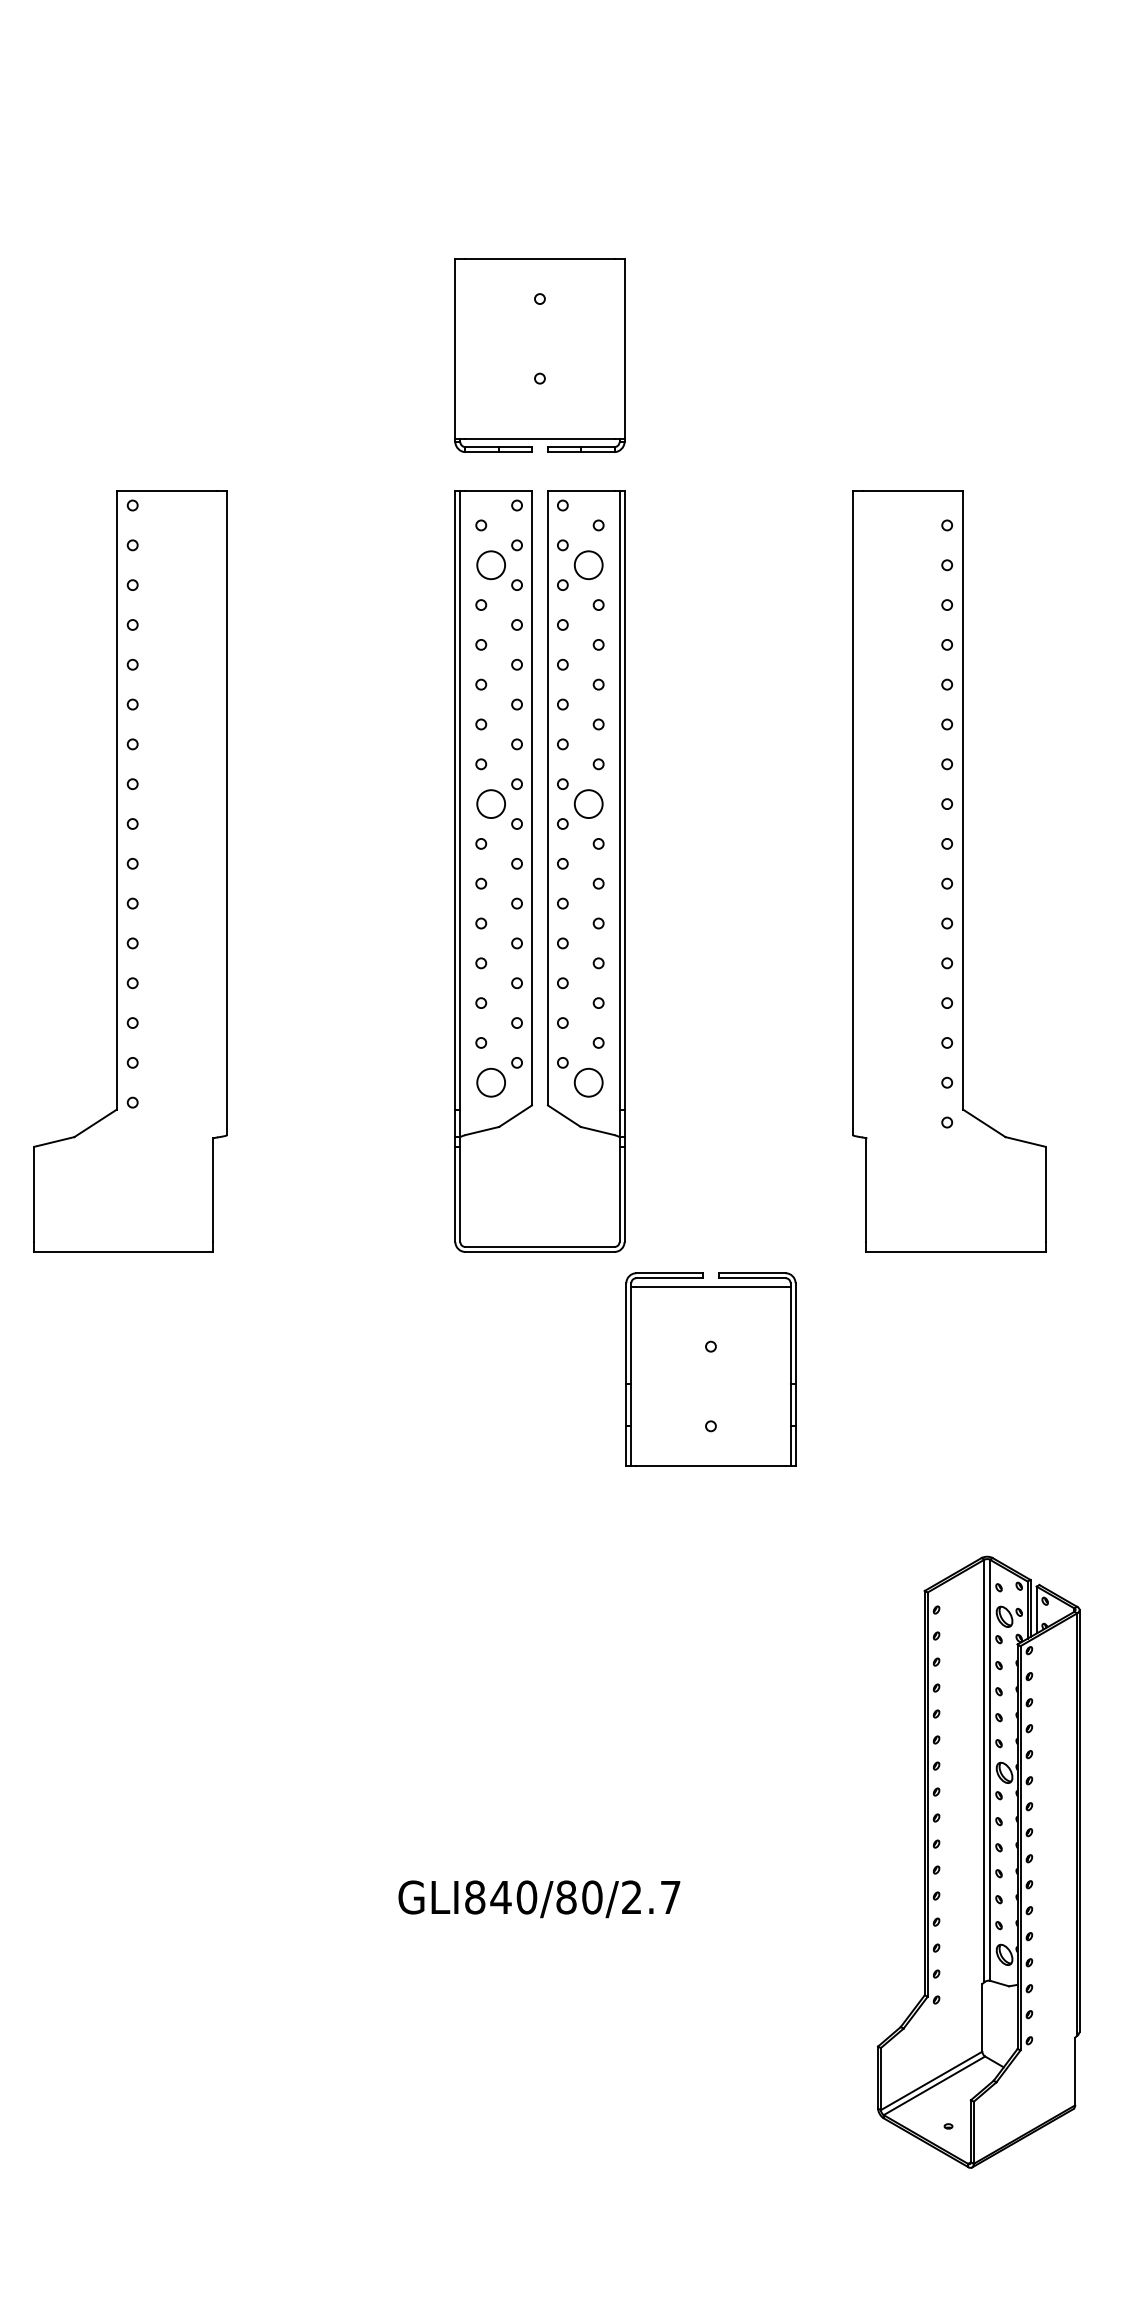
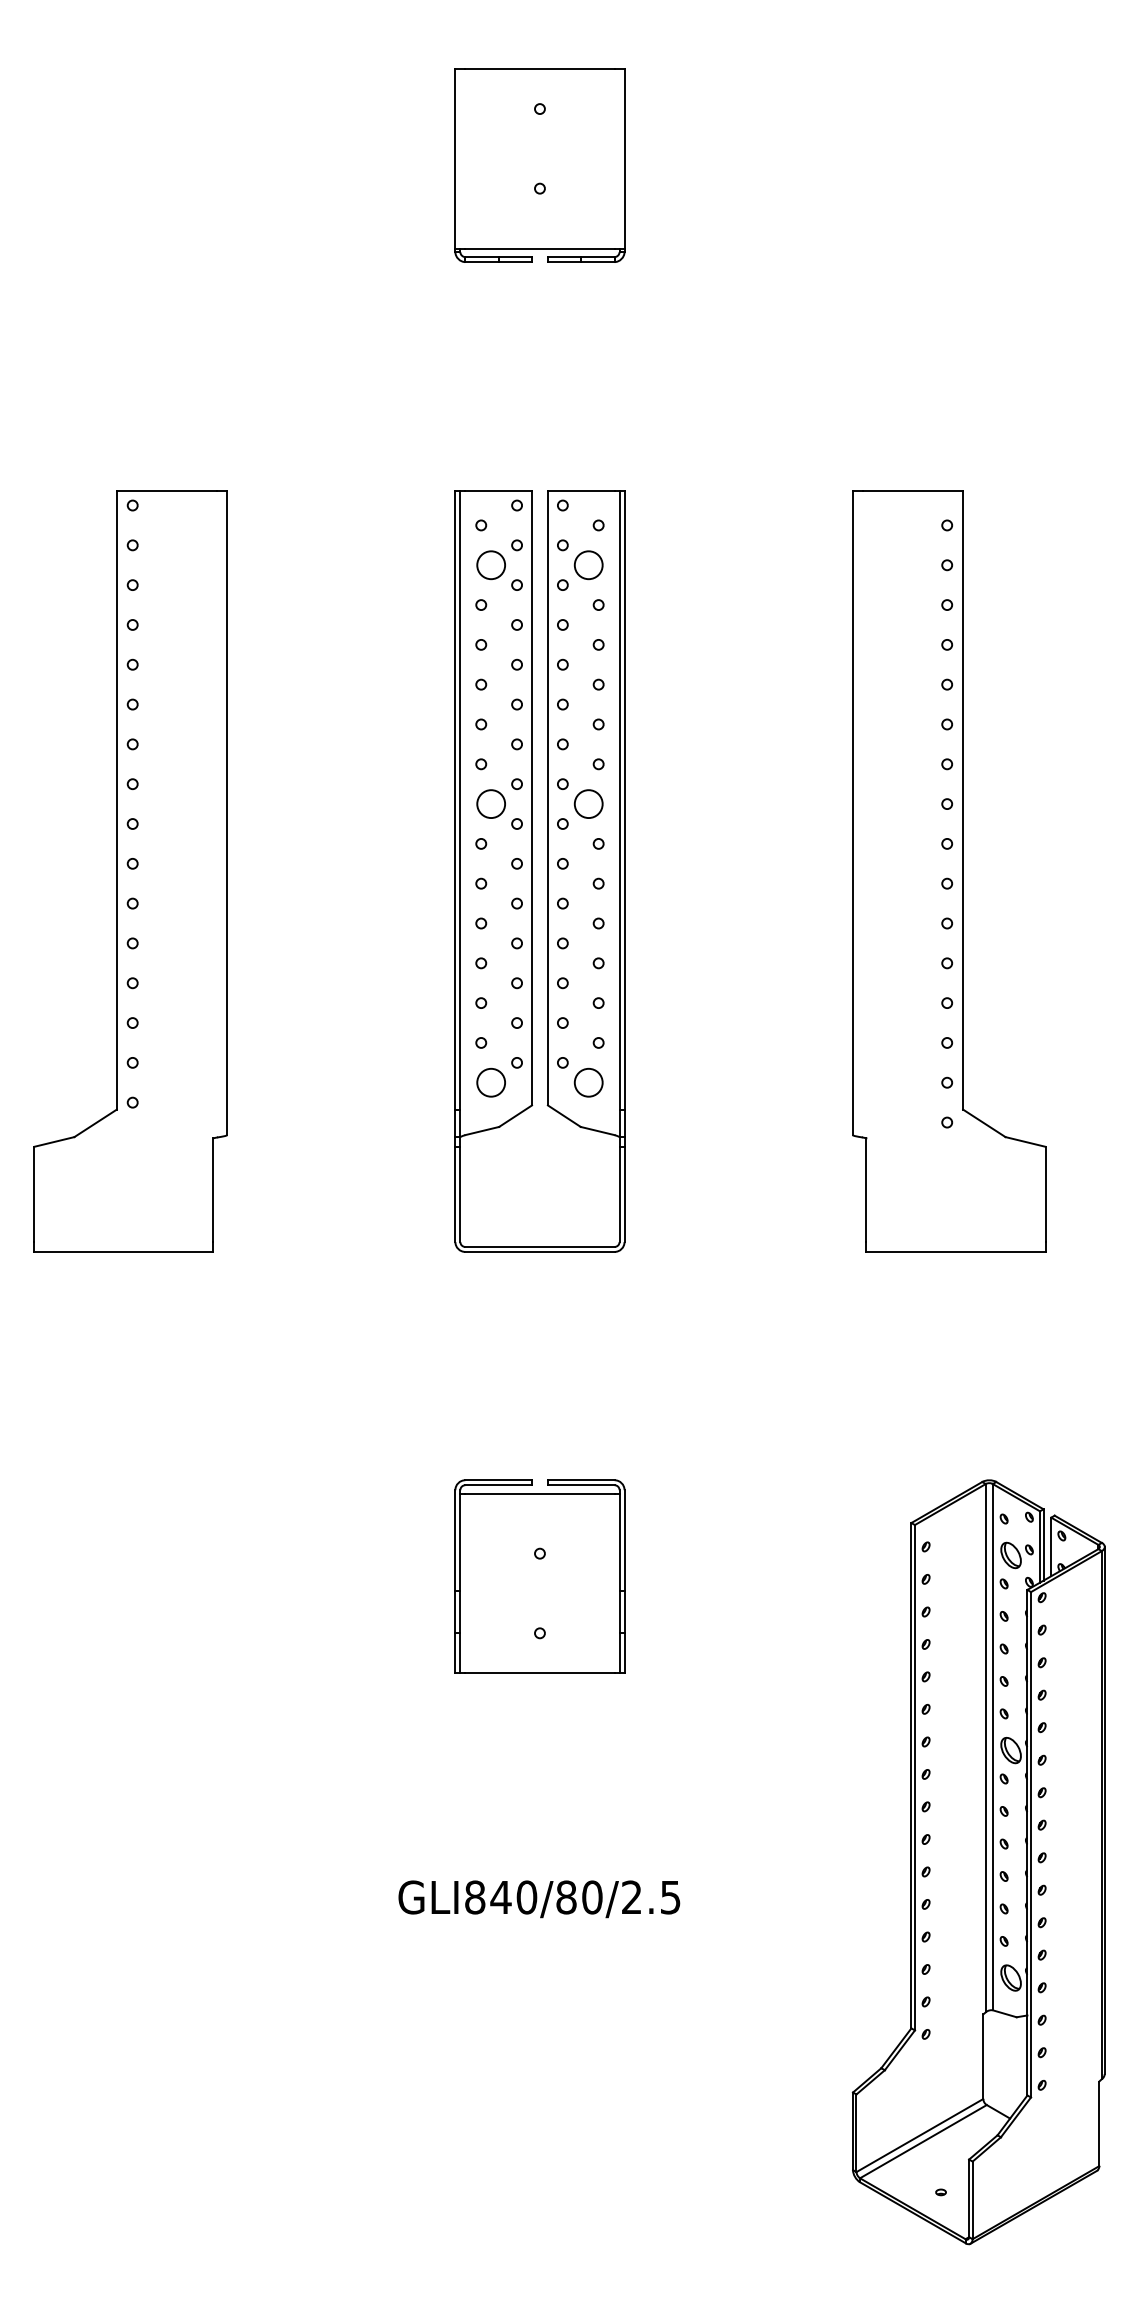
part at (539, 355) position: (539, 355) -> (539, 165)
part at (710, 1369) position: (710, 1369) -> (539, 1576)
part at (978, 1861) size: 204x614 px -> 255x767 px
text at (670, 1897): GLI840/80/2.7 -> GLI840/80/2.5
